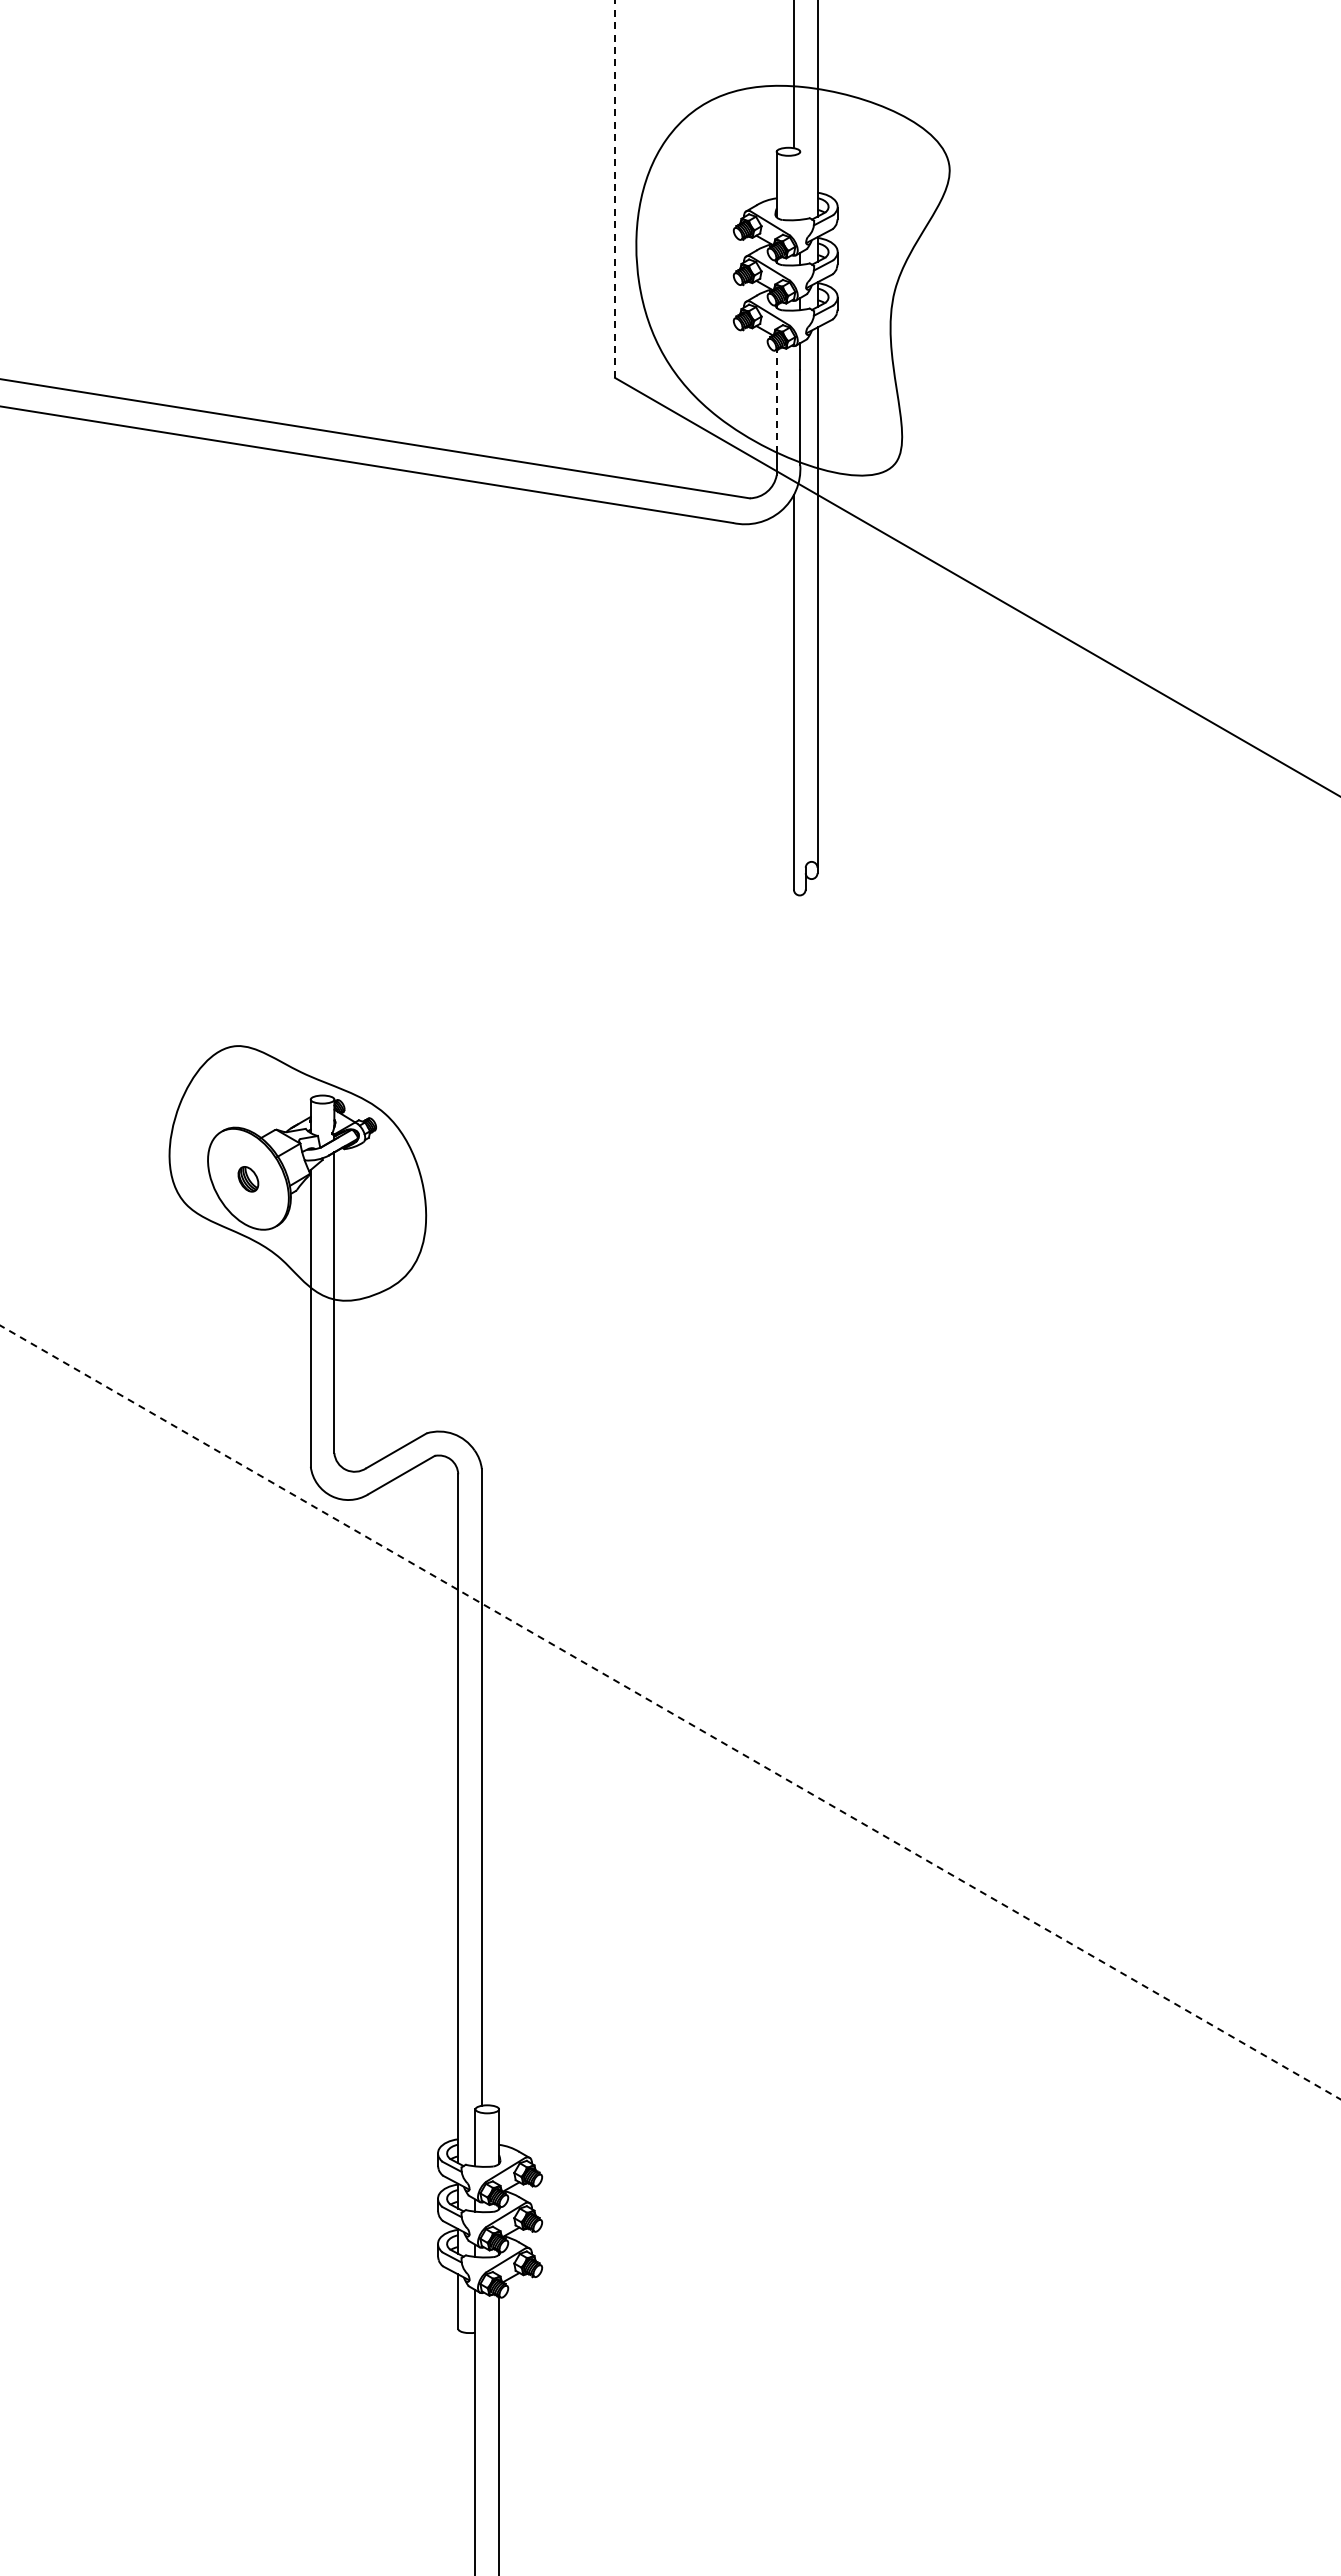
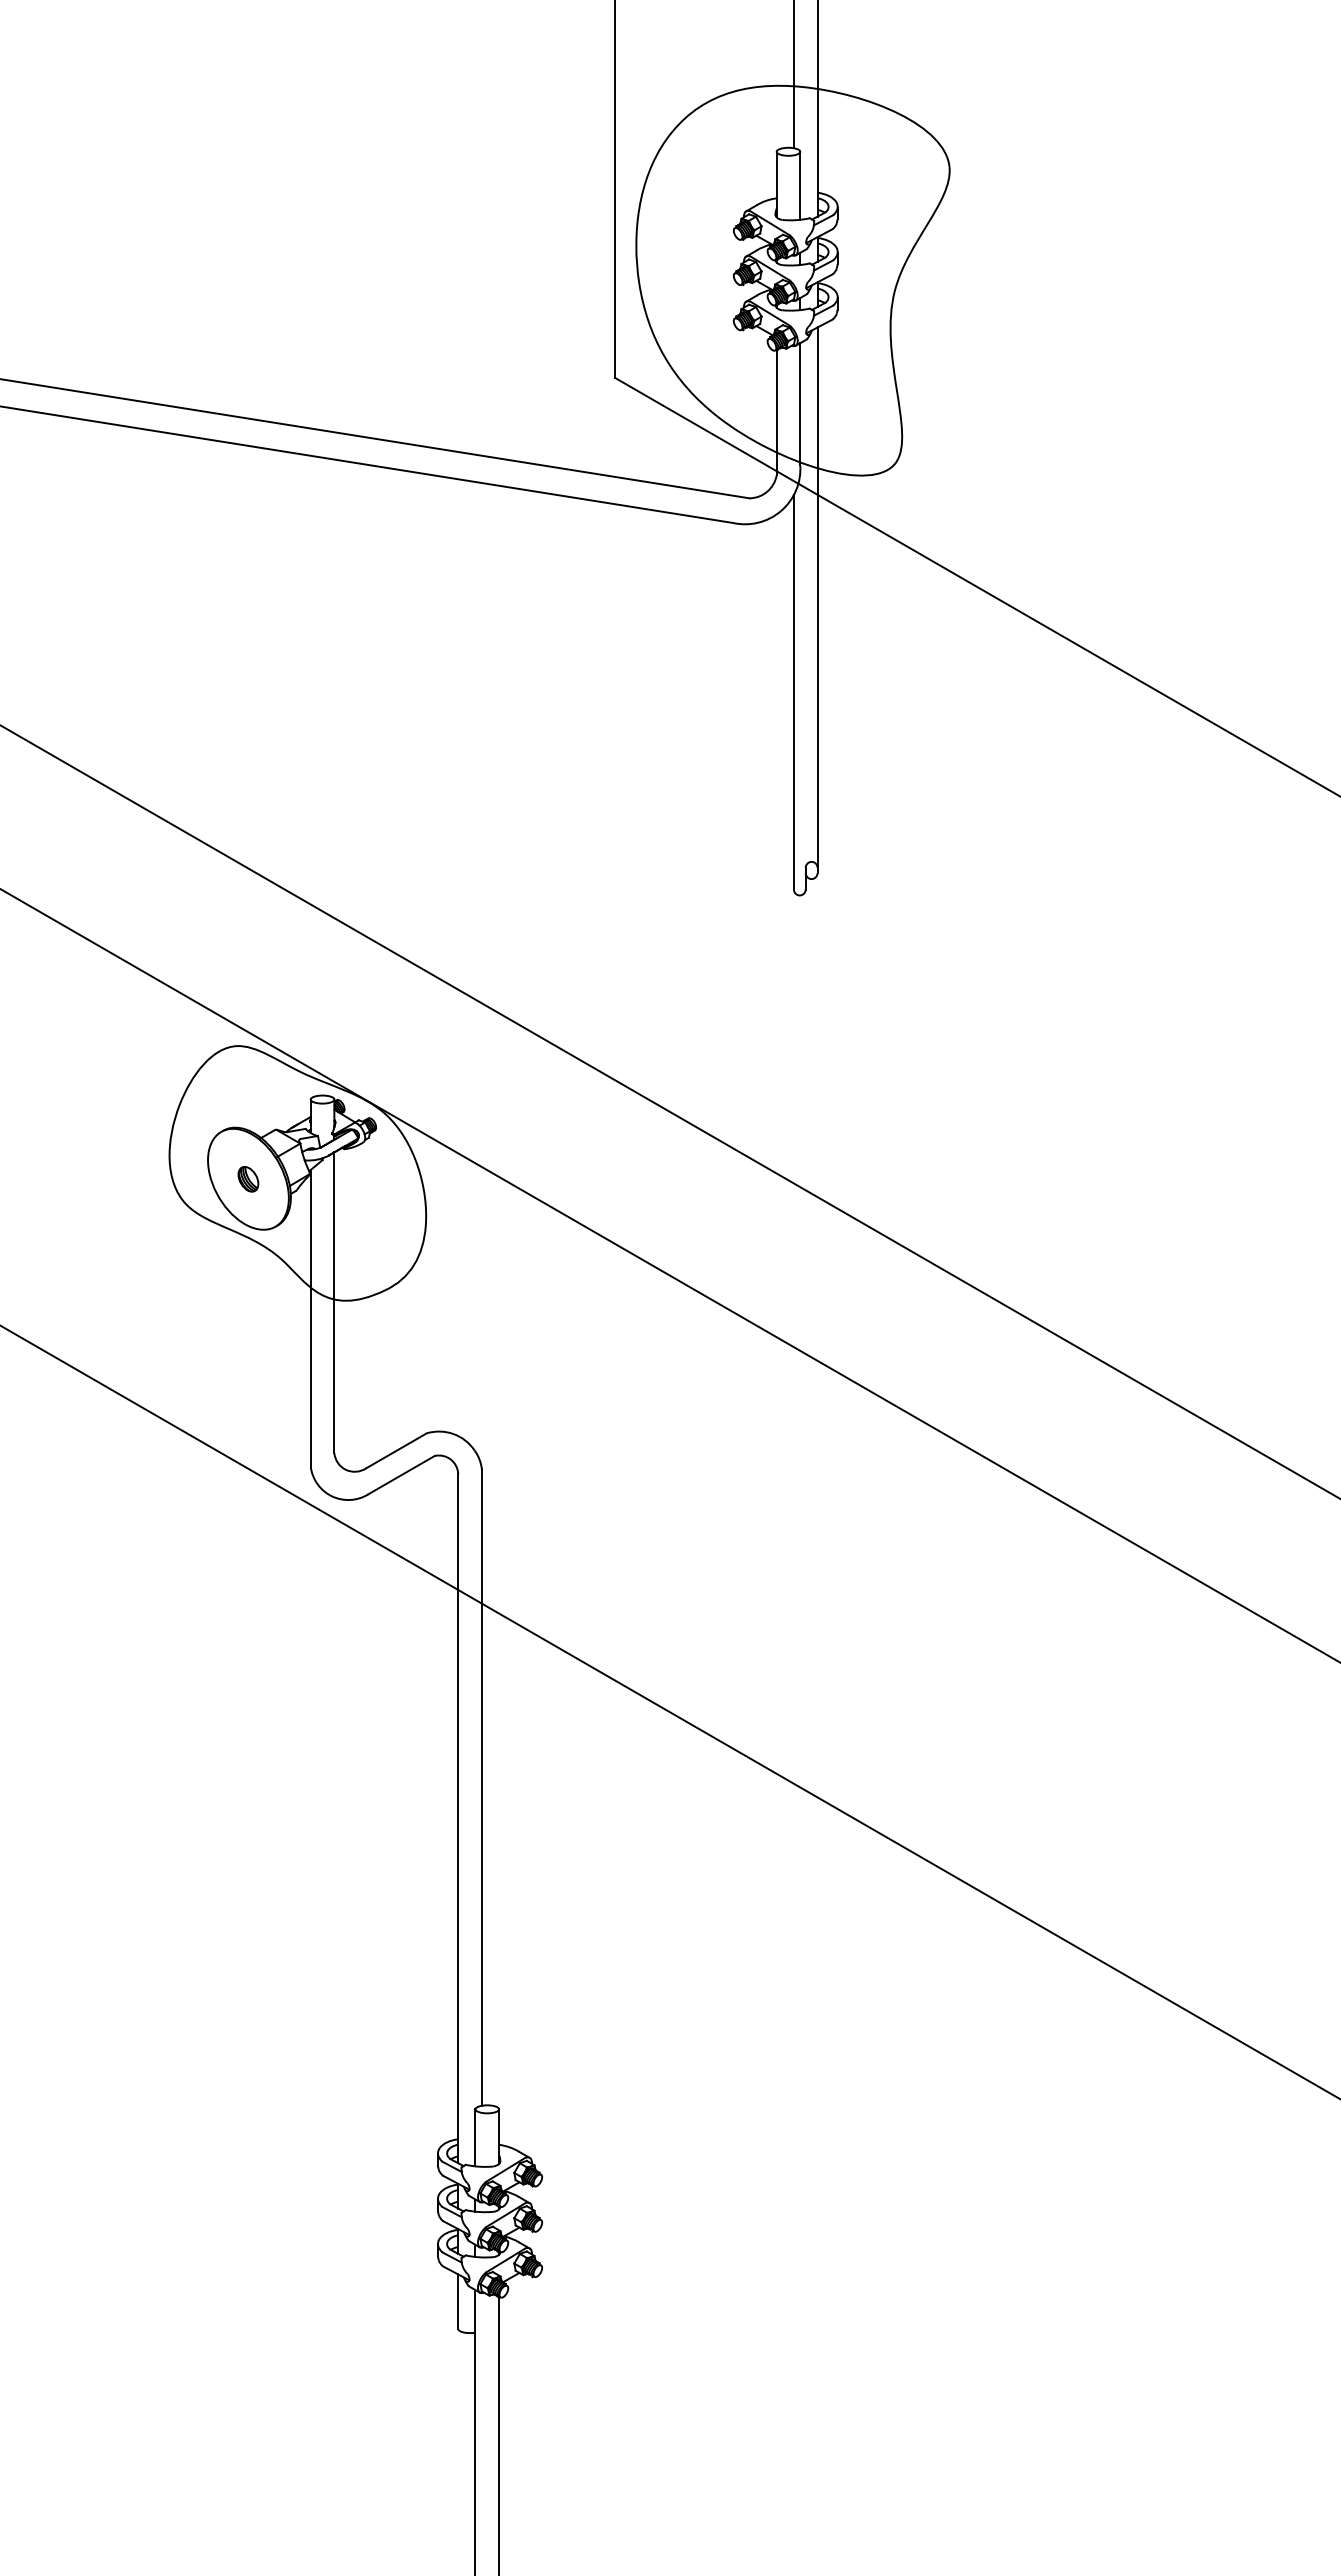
line at (800, 185): none -> present
line at (615, 189): dashed -> solid
line at (776, 401): dashed -> solid
line at (669, 1111): none -> present
line at (669, 1275): none -> present
line at (670, 1712): dashed -> solid
